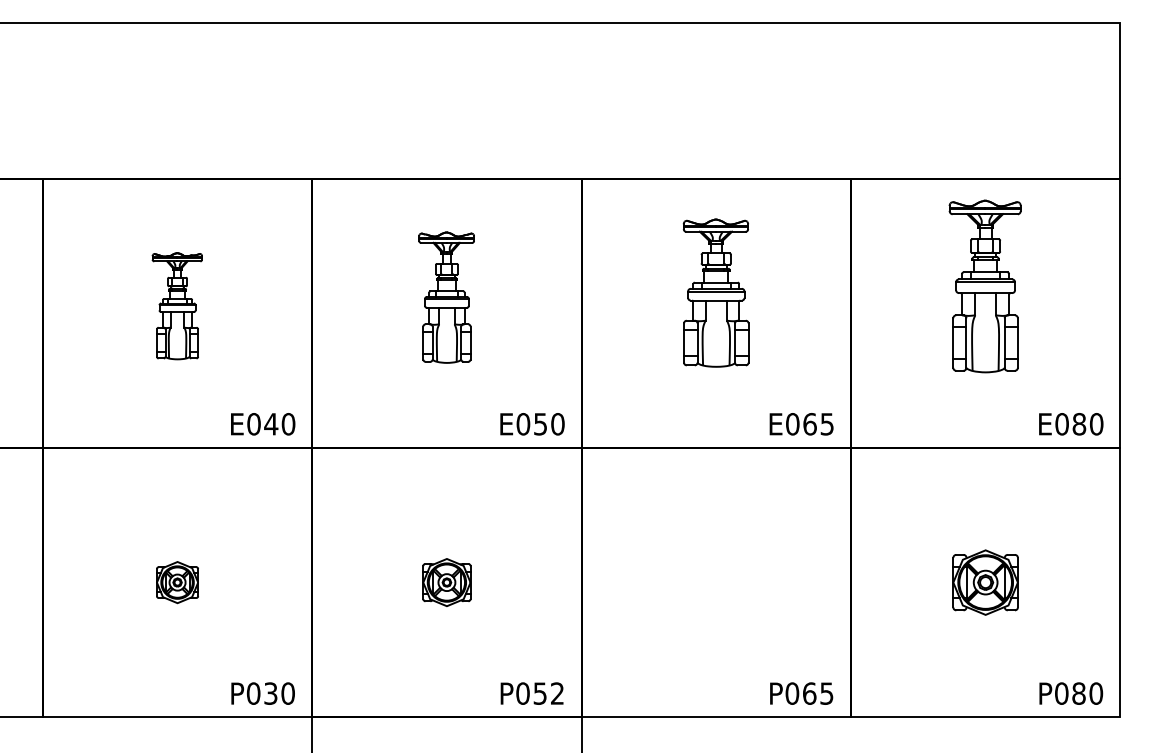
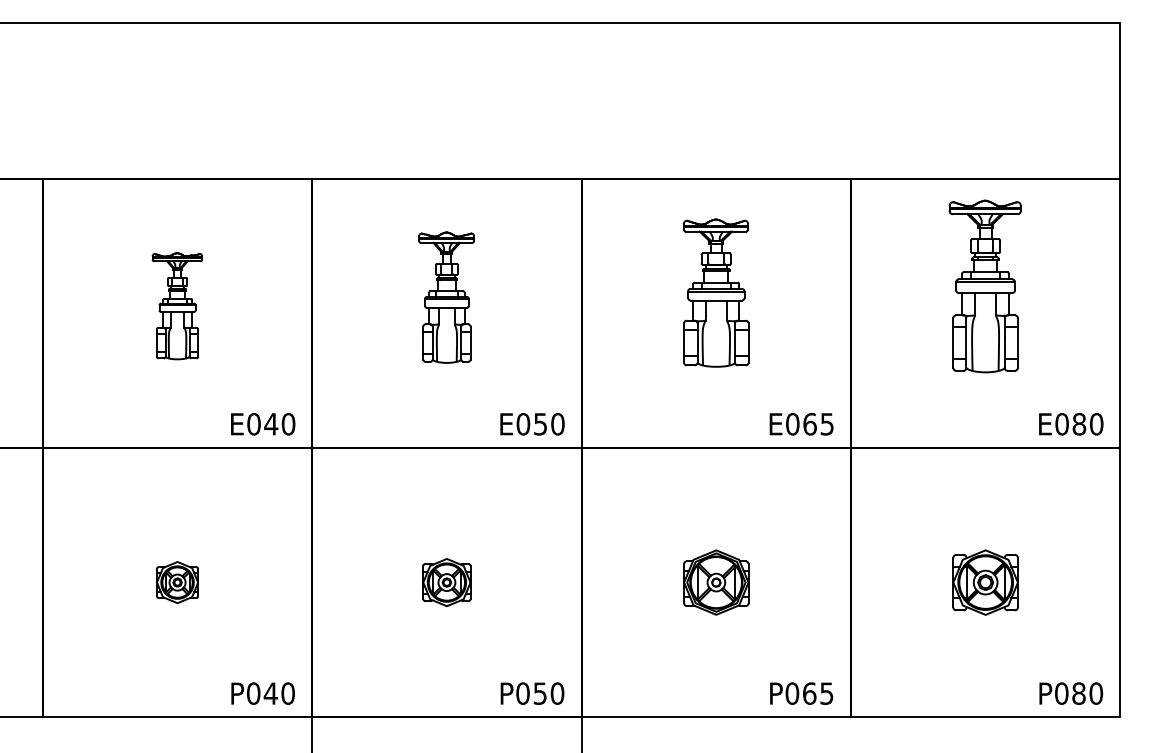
part at (716, 582): none -> present
text at (270, 693): P030 -> P040
text at (557, 693): P052 -> P050
